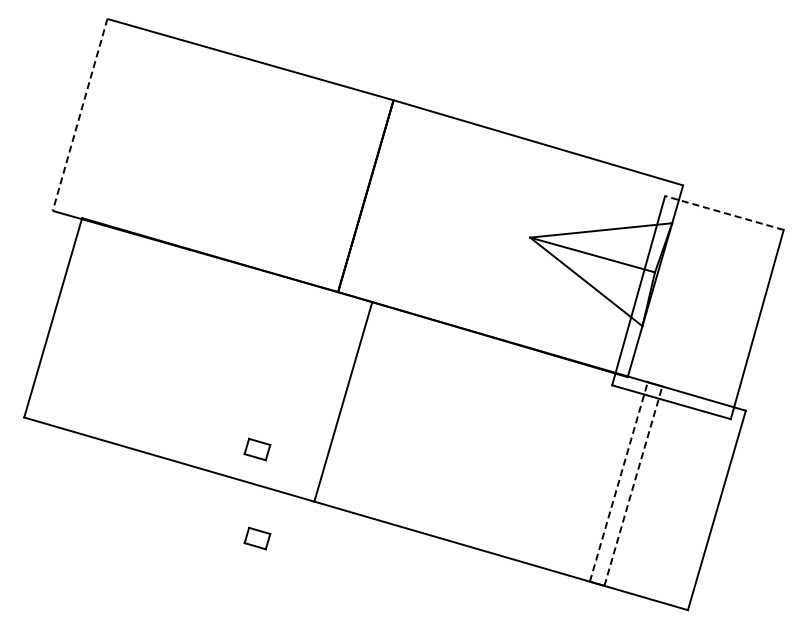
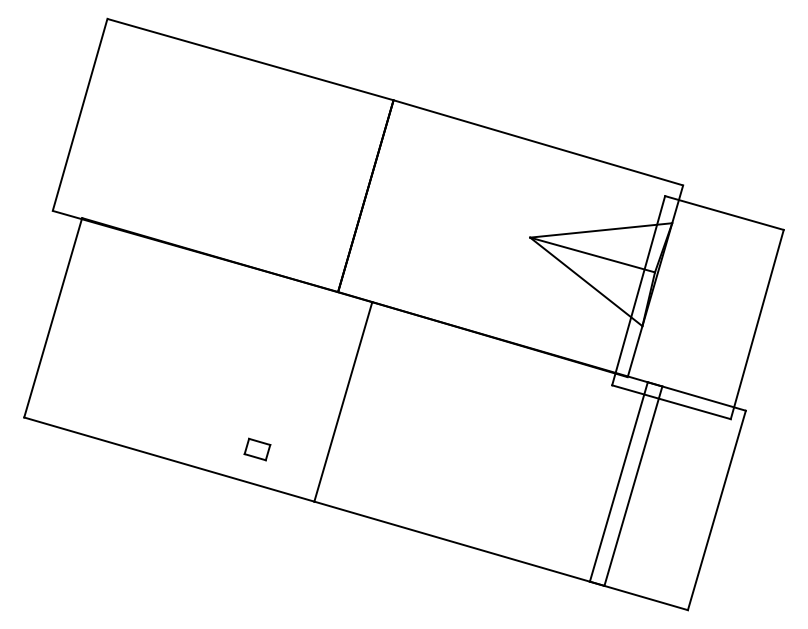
line at (80, 114): dashed -> solid
line at (724, 213): dashed -> solid
line at (618, 481): dashed -> solid
line at (633, 486): dashed -> solid
part at (257, 538): present -> none
